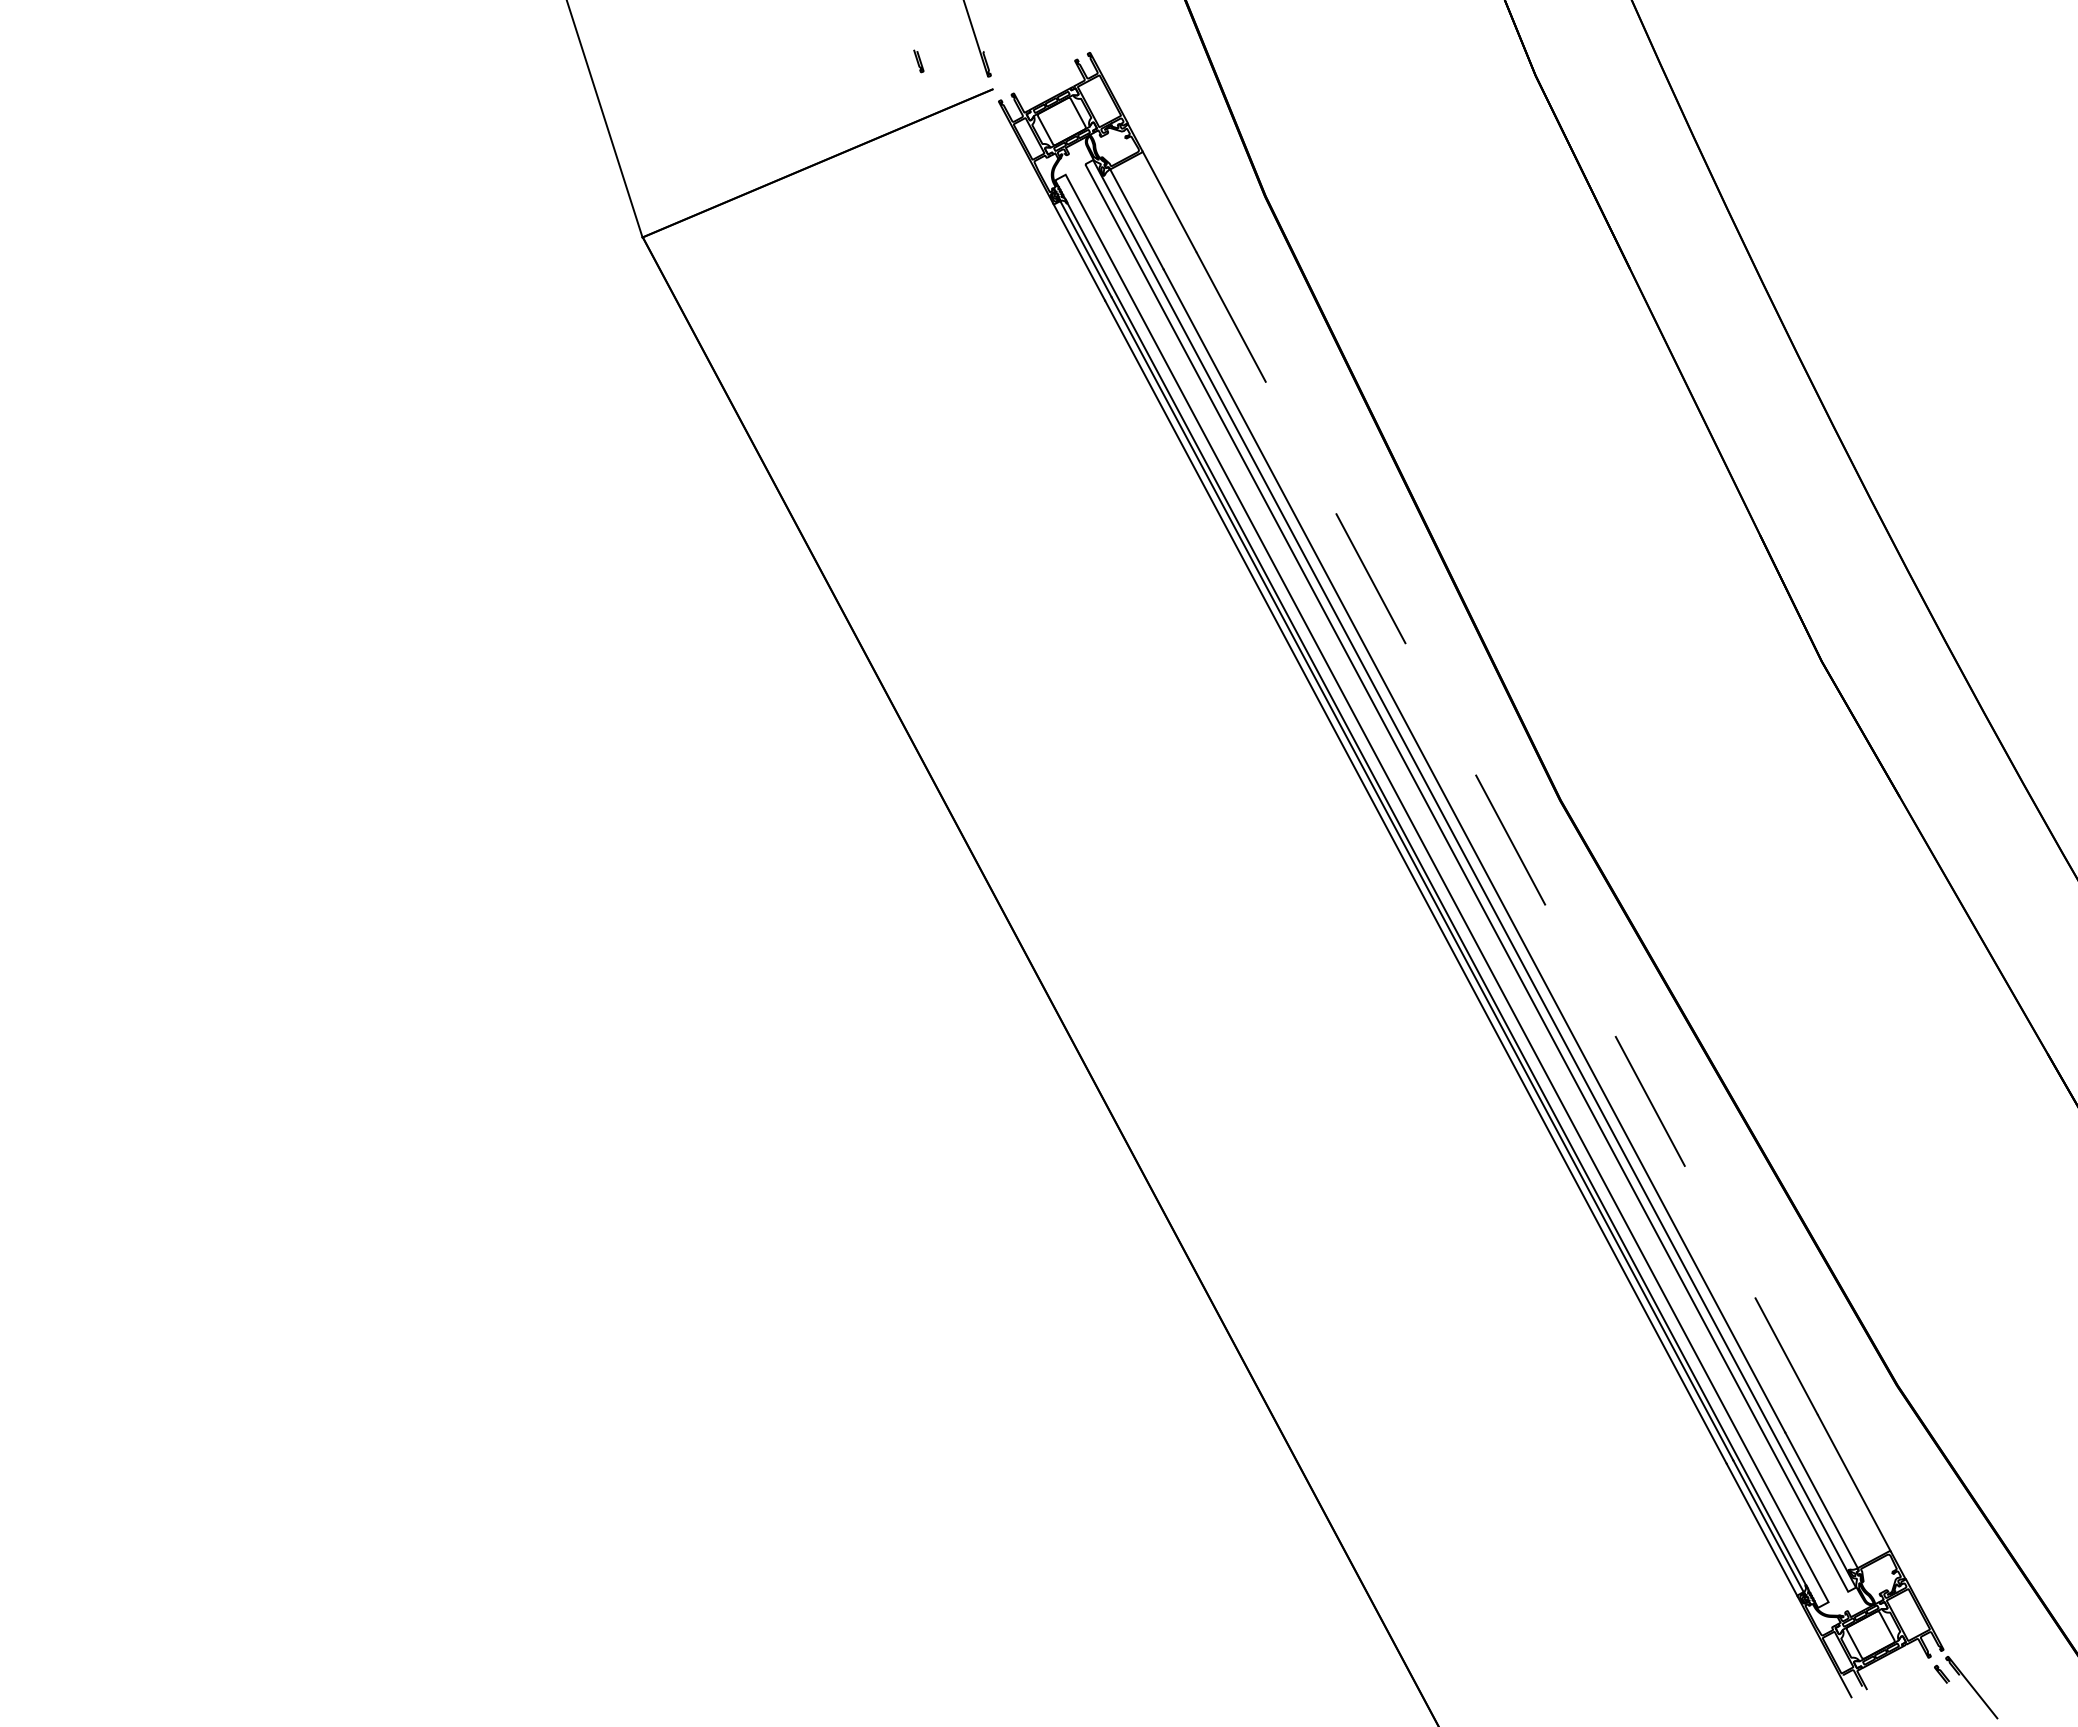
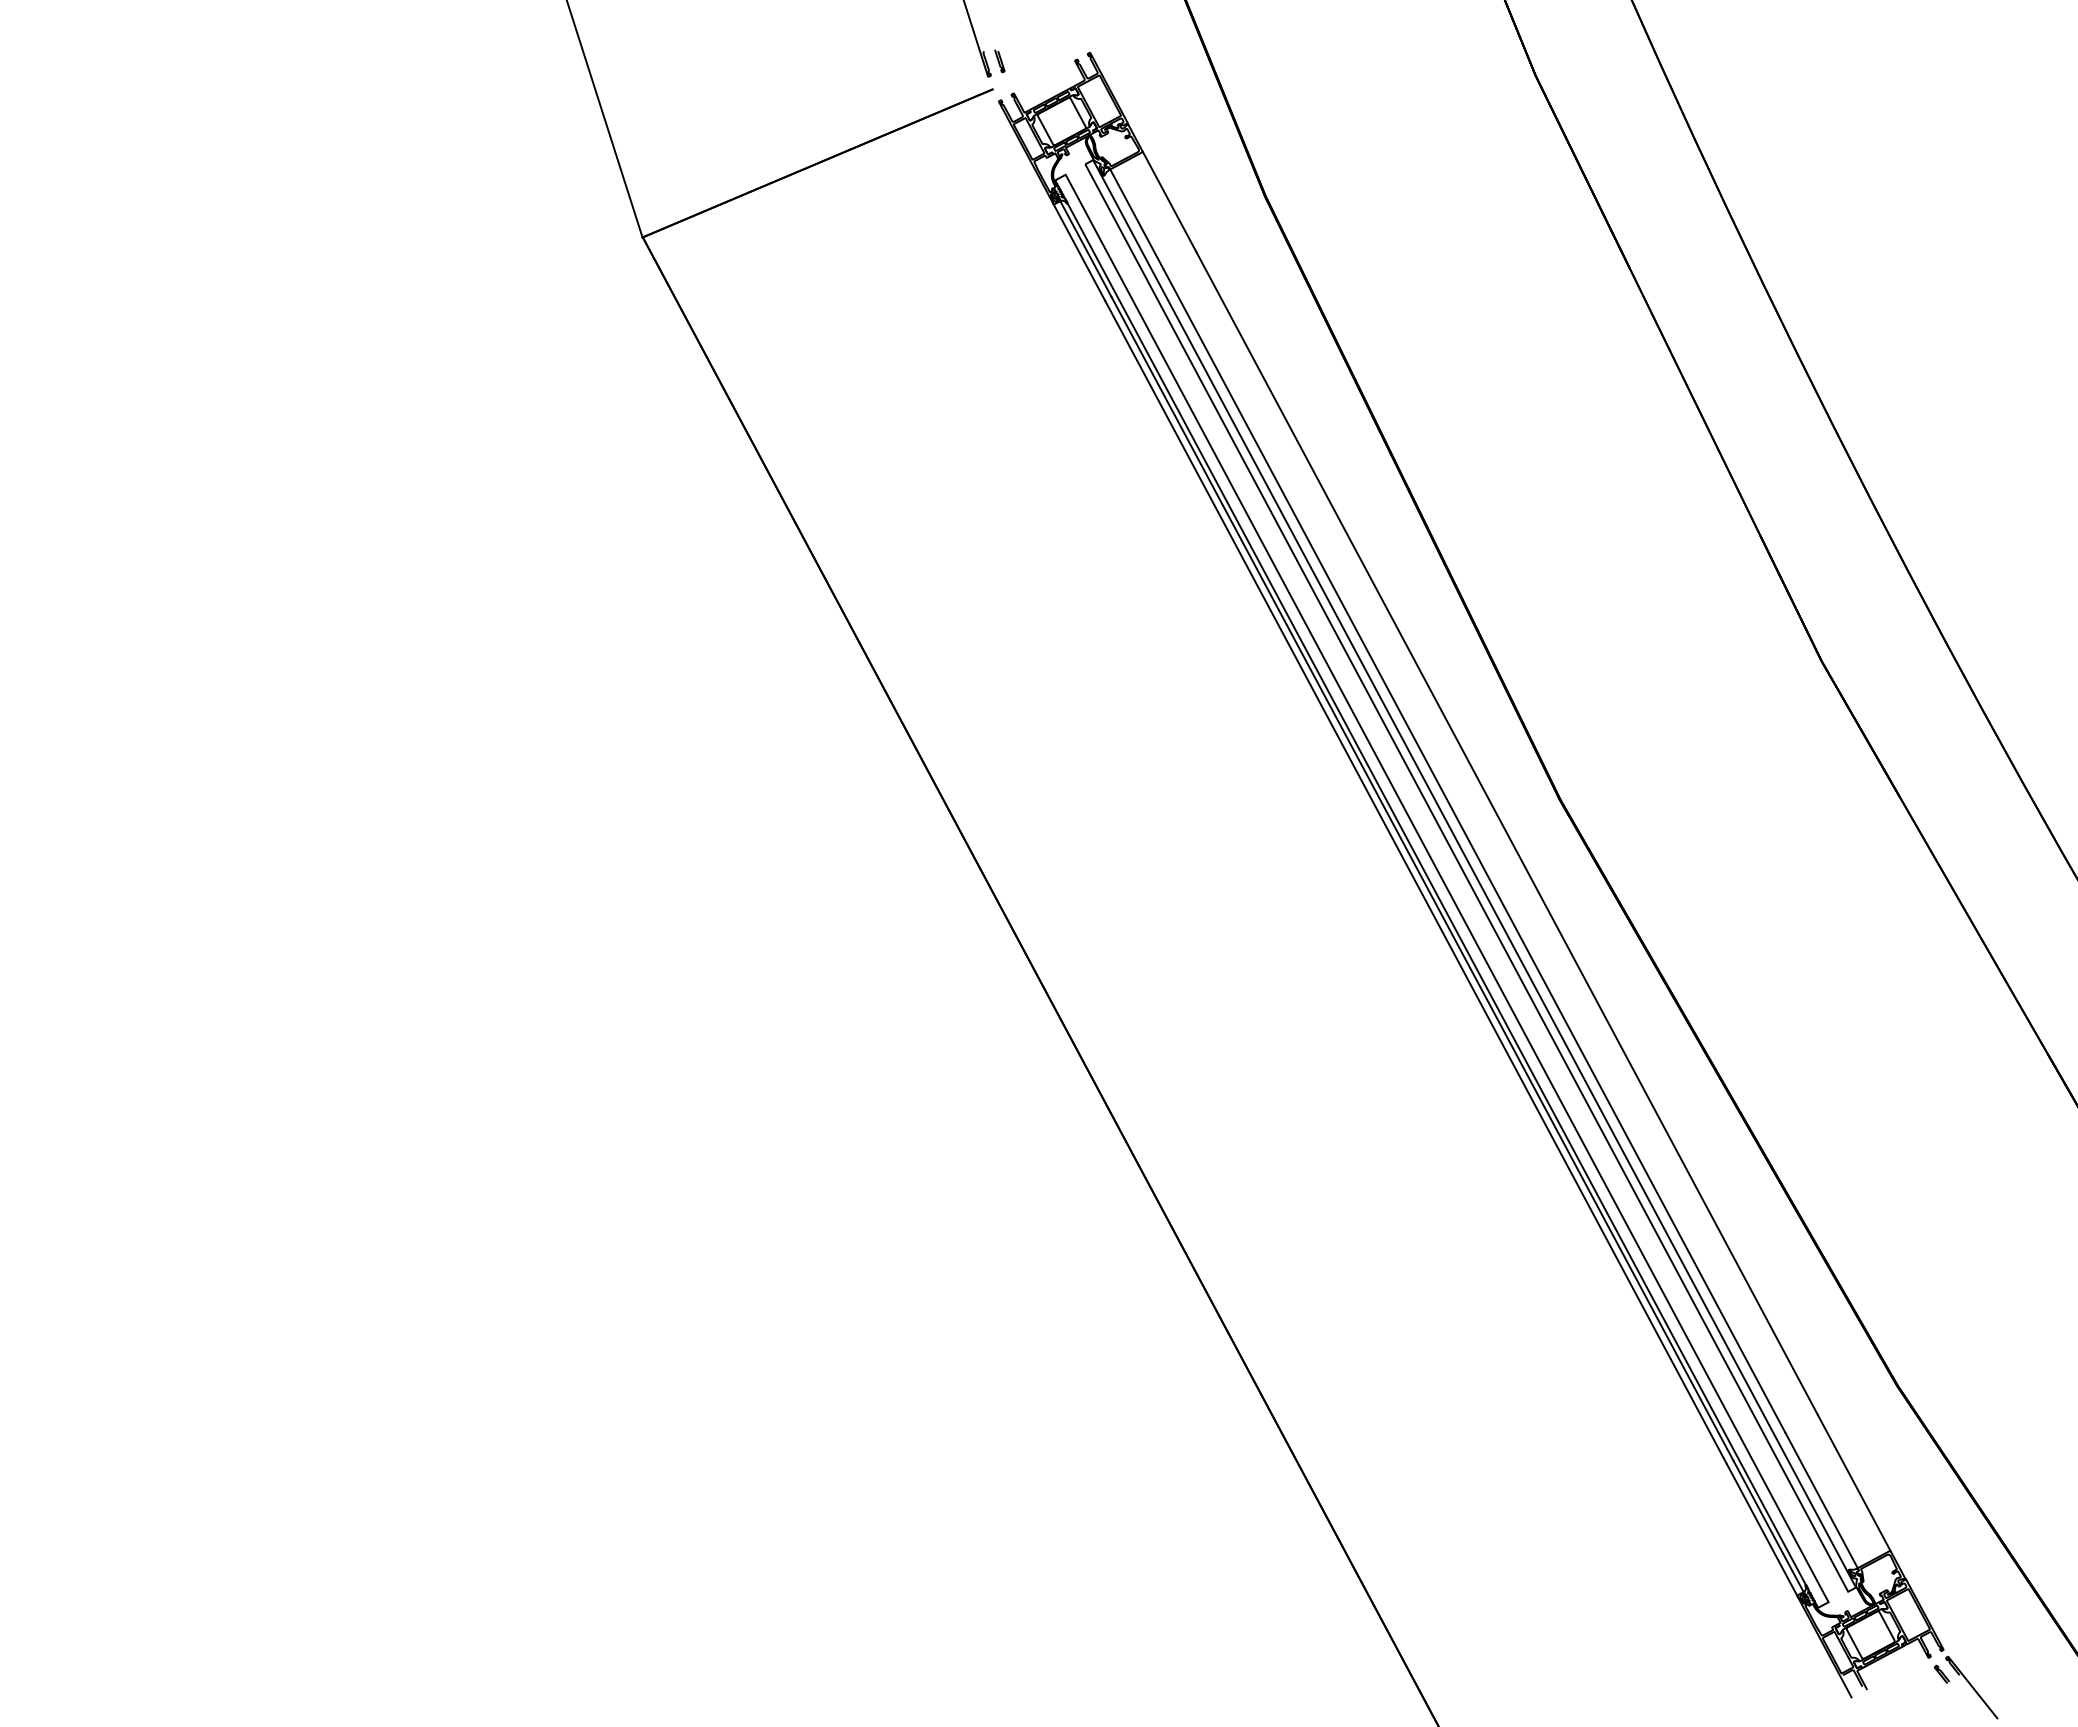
curve at (918, 61) position: (918, 61) -> (999, 61)
line at (1507, 833): dashed -> solid
